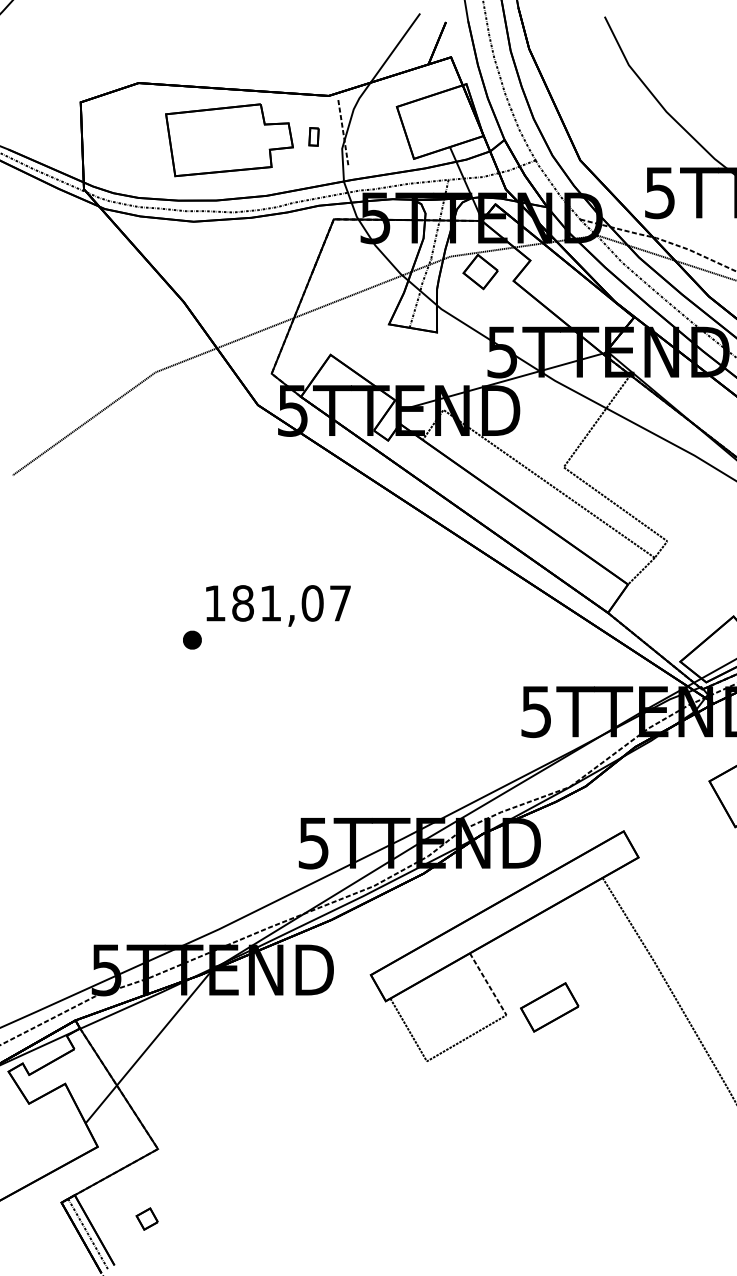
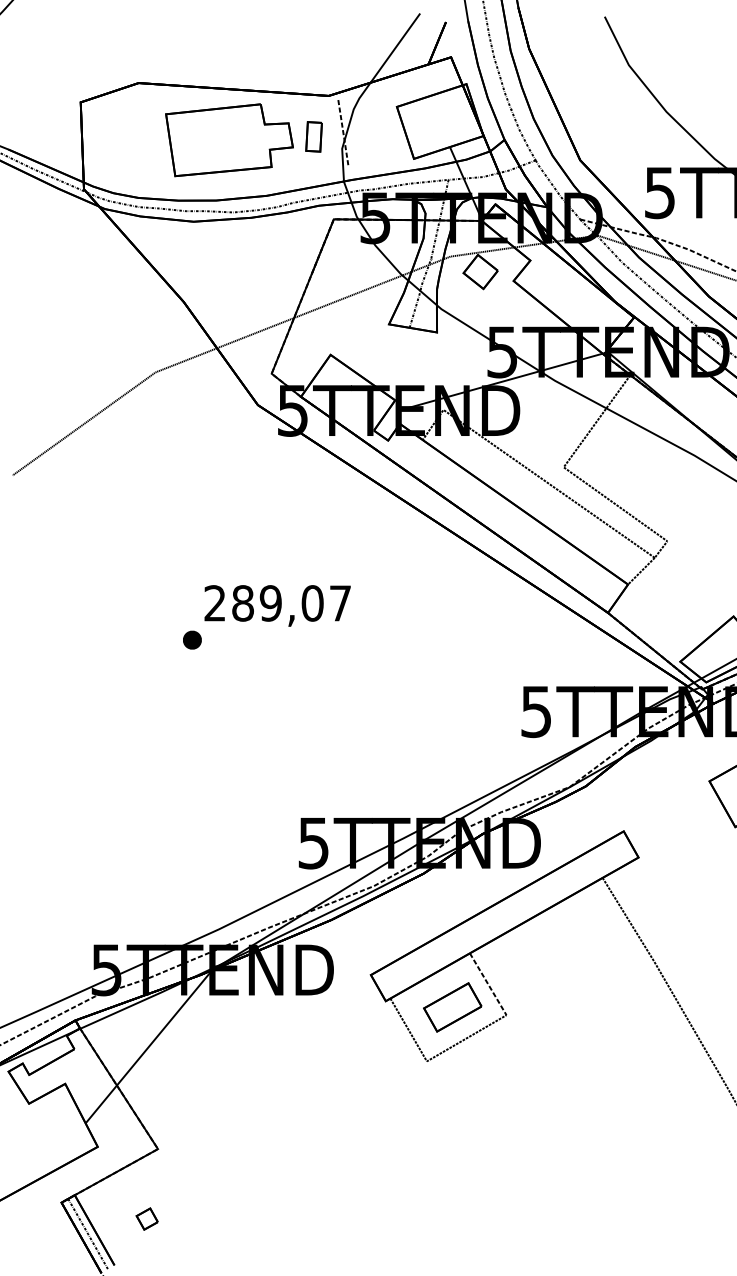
part at (313, 136) size: 12x20 px -> 18x32 px
text at (242, 603): 181,07 -> 289,07
part at (549, 1007) position: (549, 1007) -> (452, 1007)
